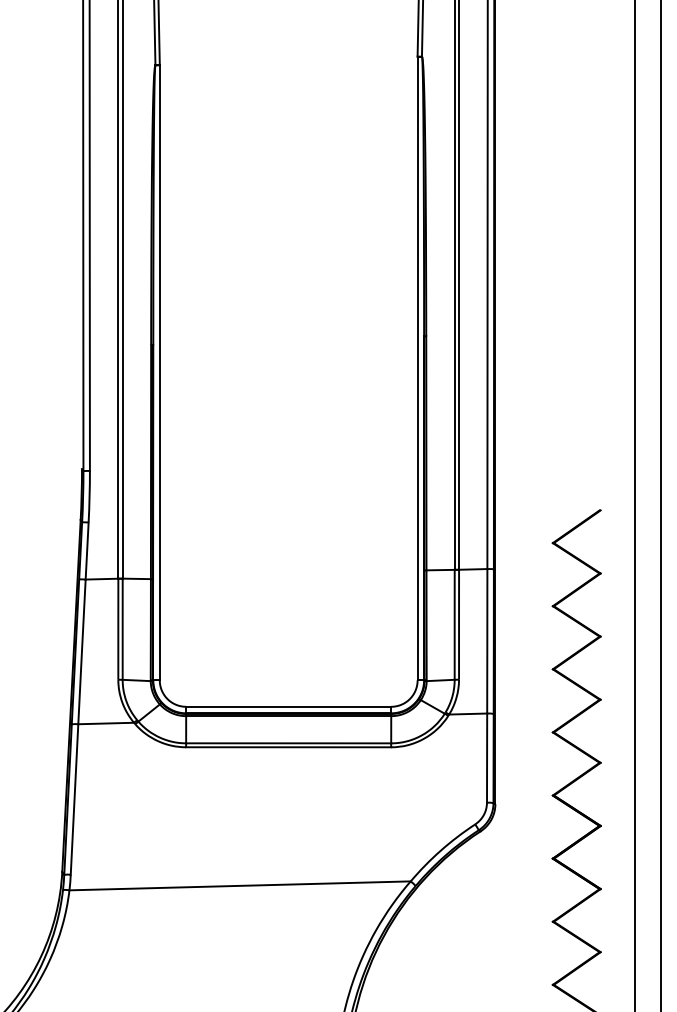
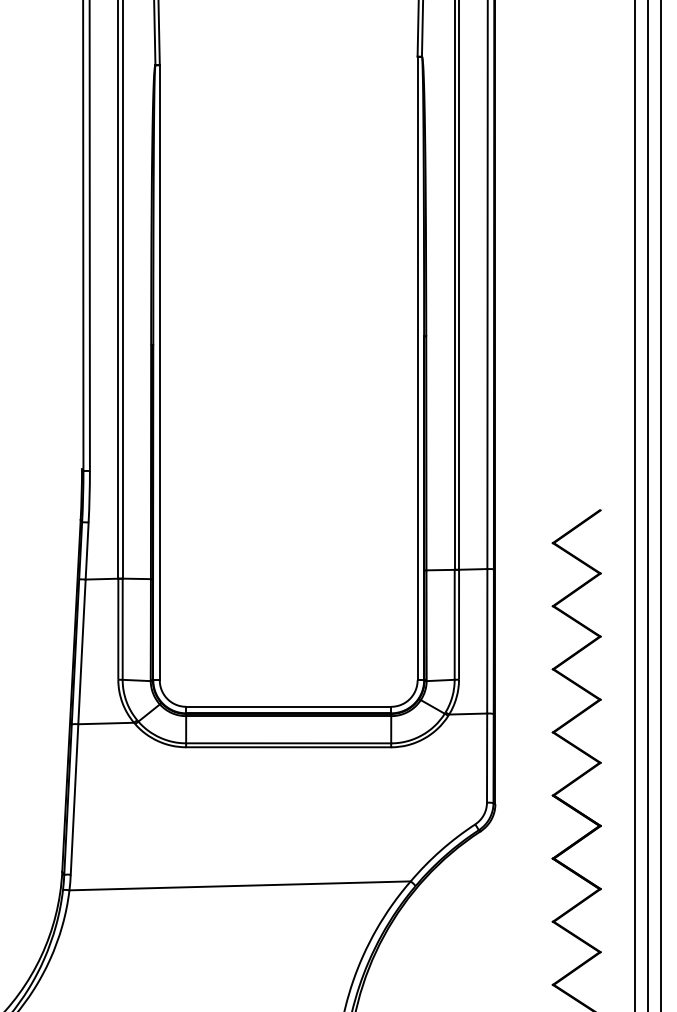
line at (648, 505): none -> present
